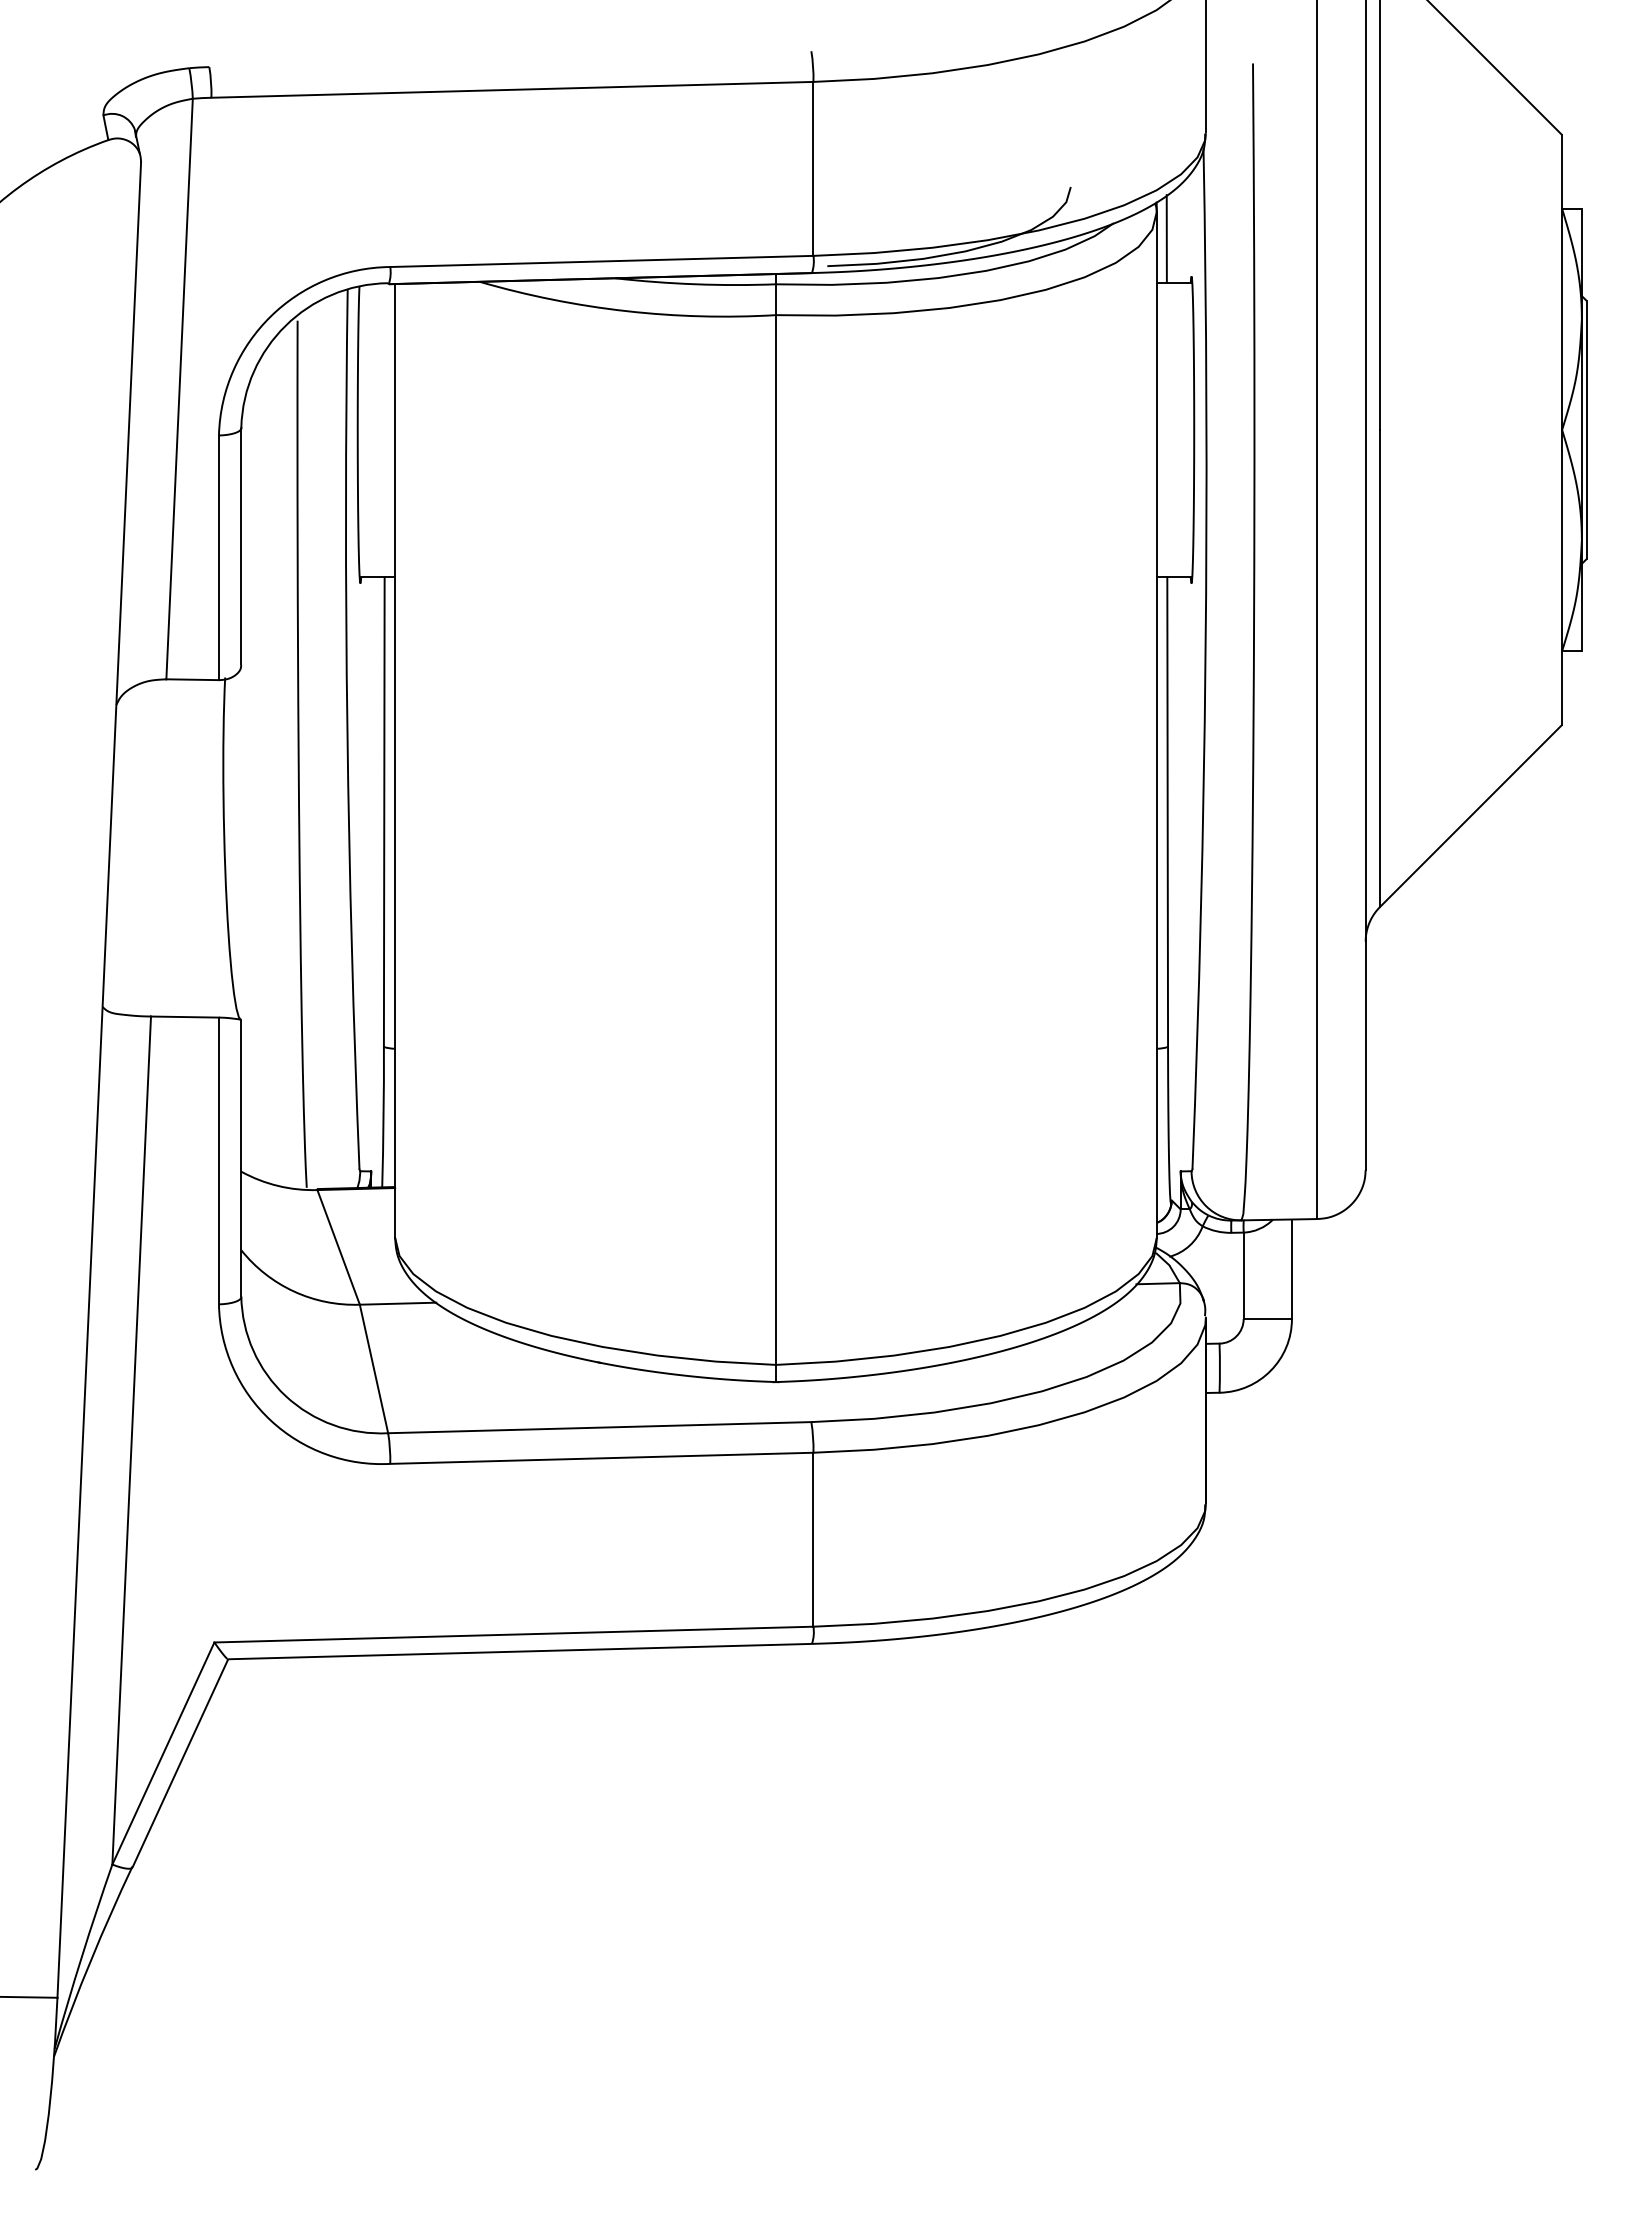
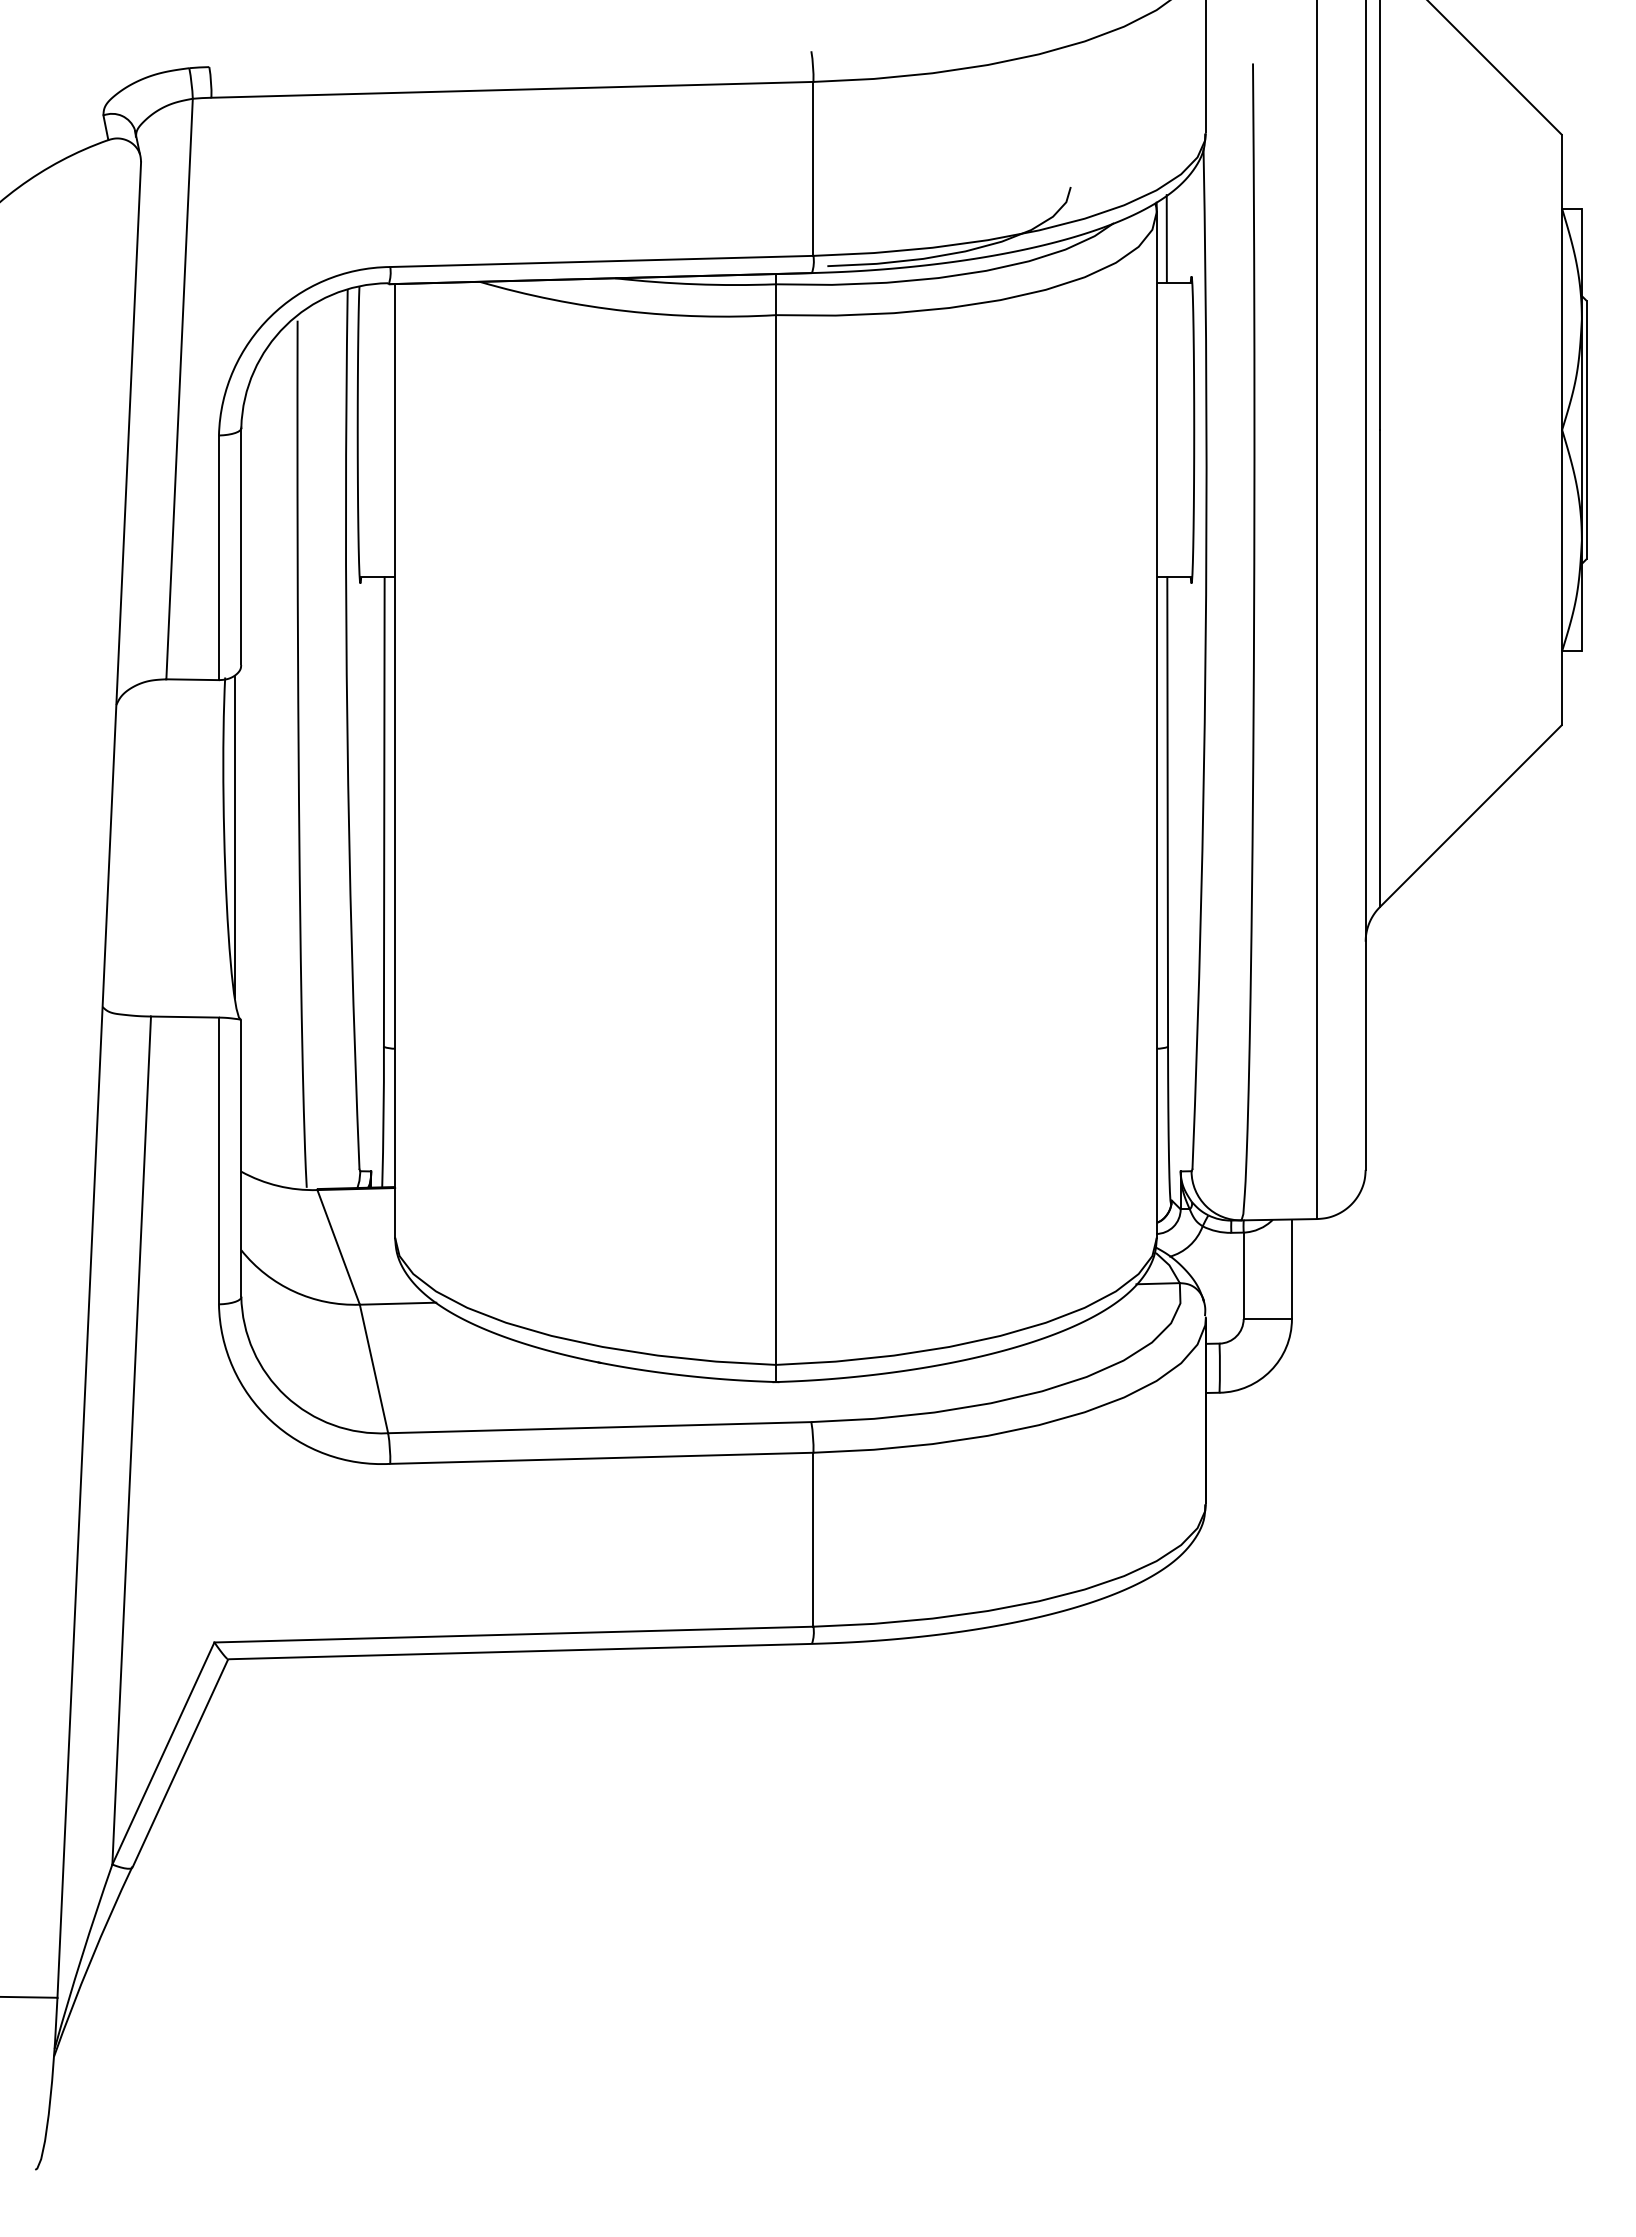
line at (234, 836): none -> present
